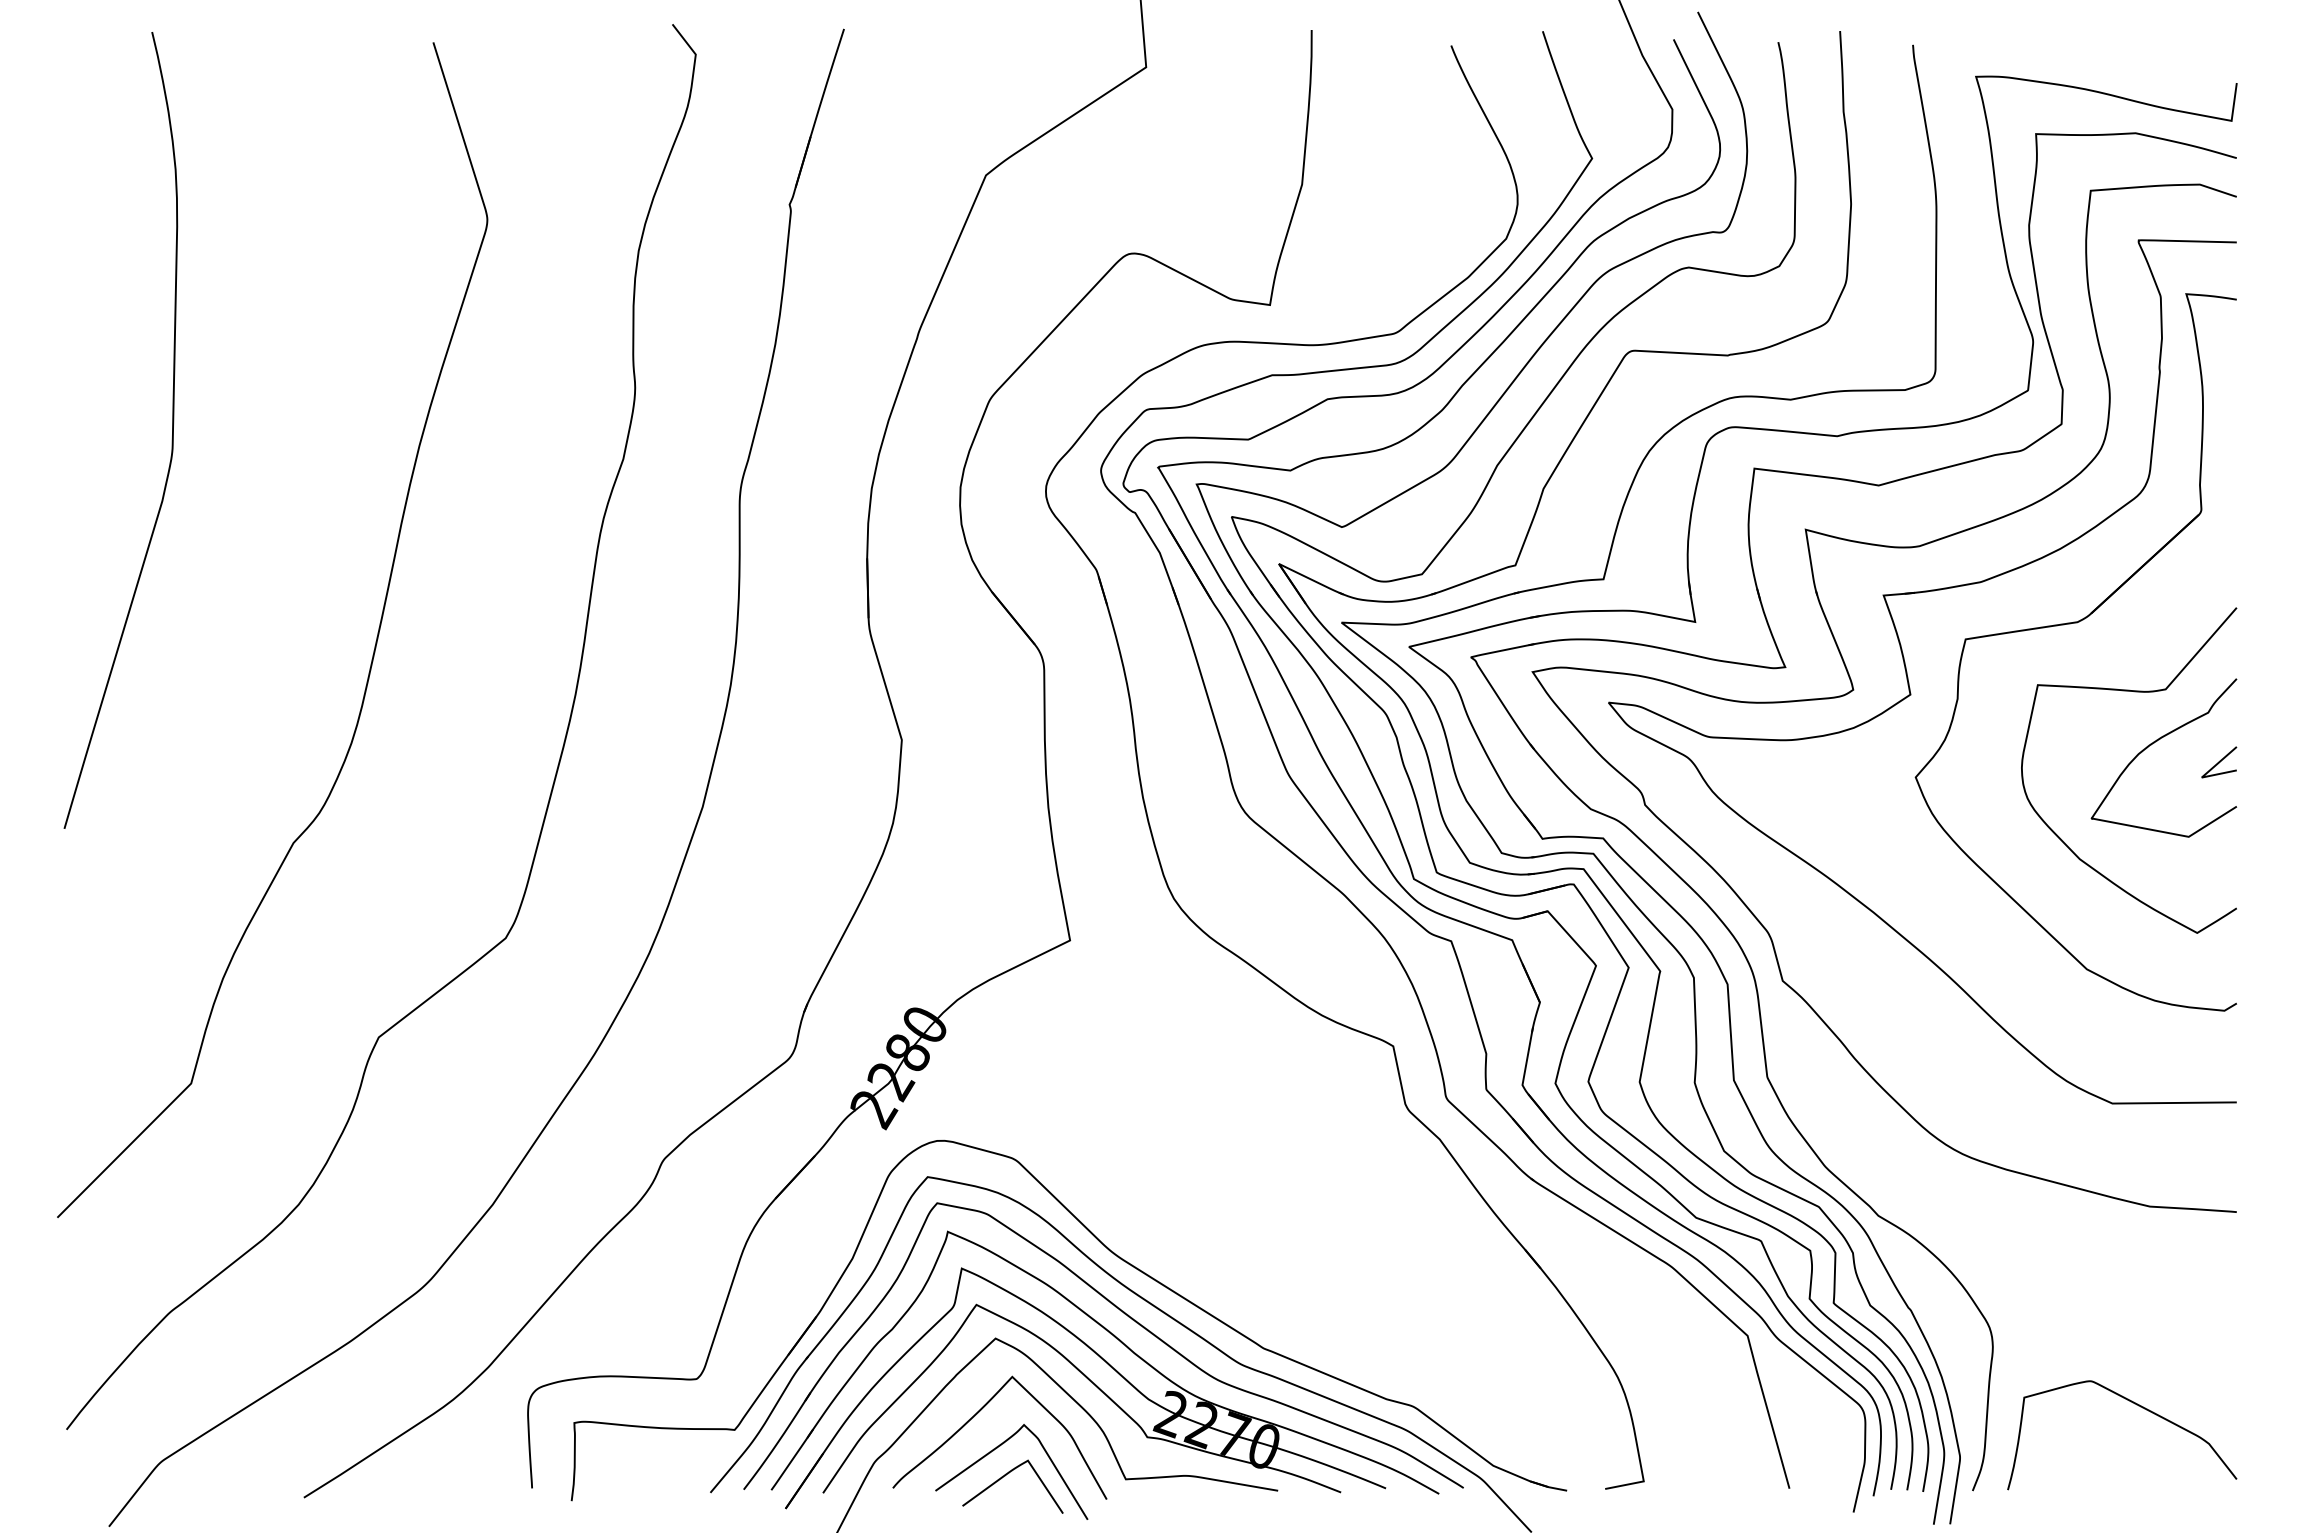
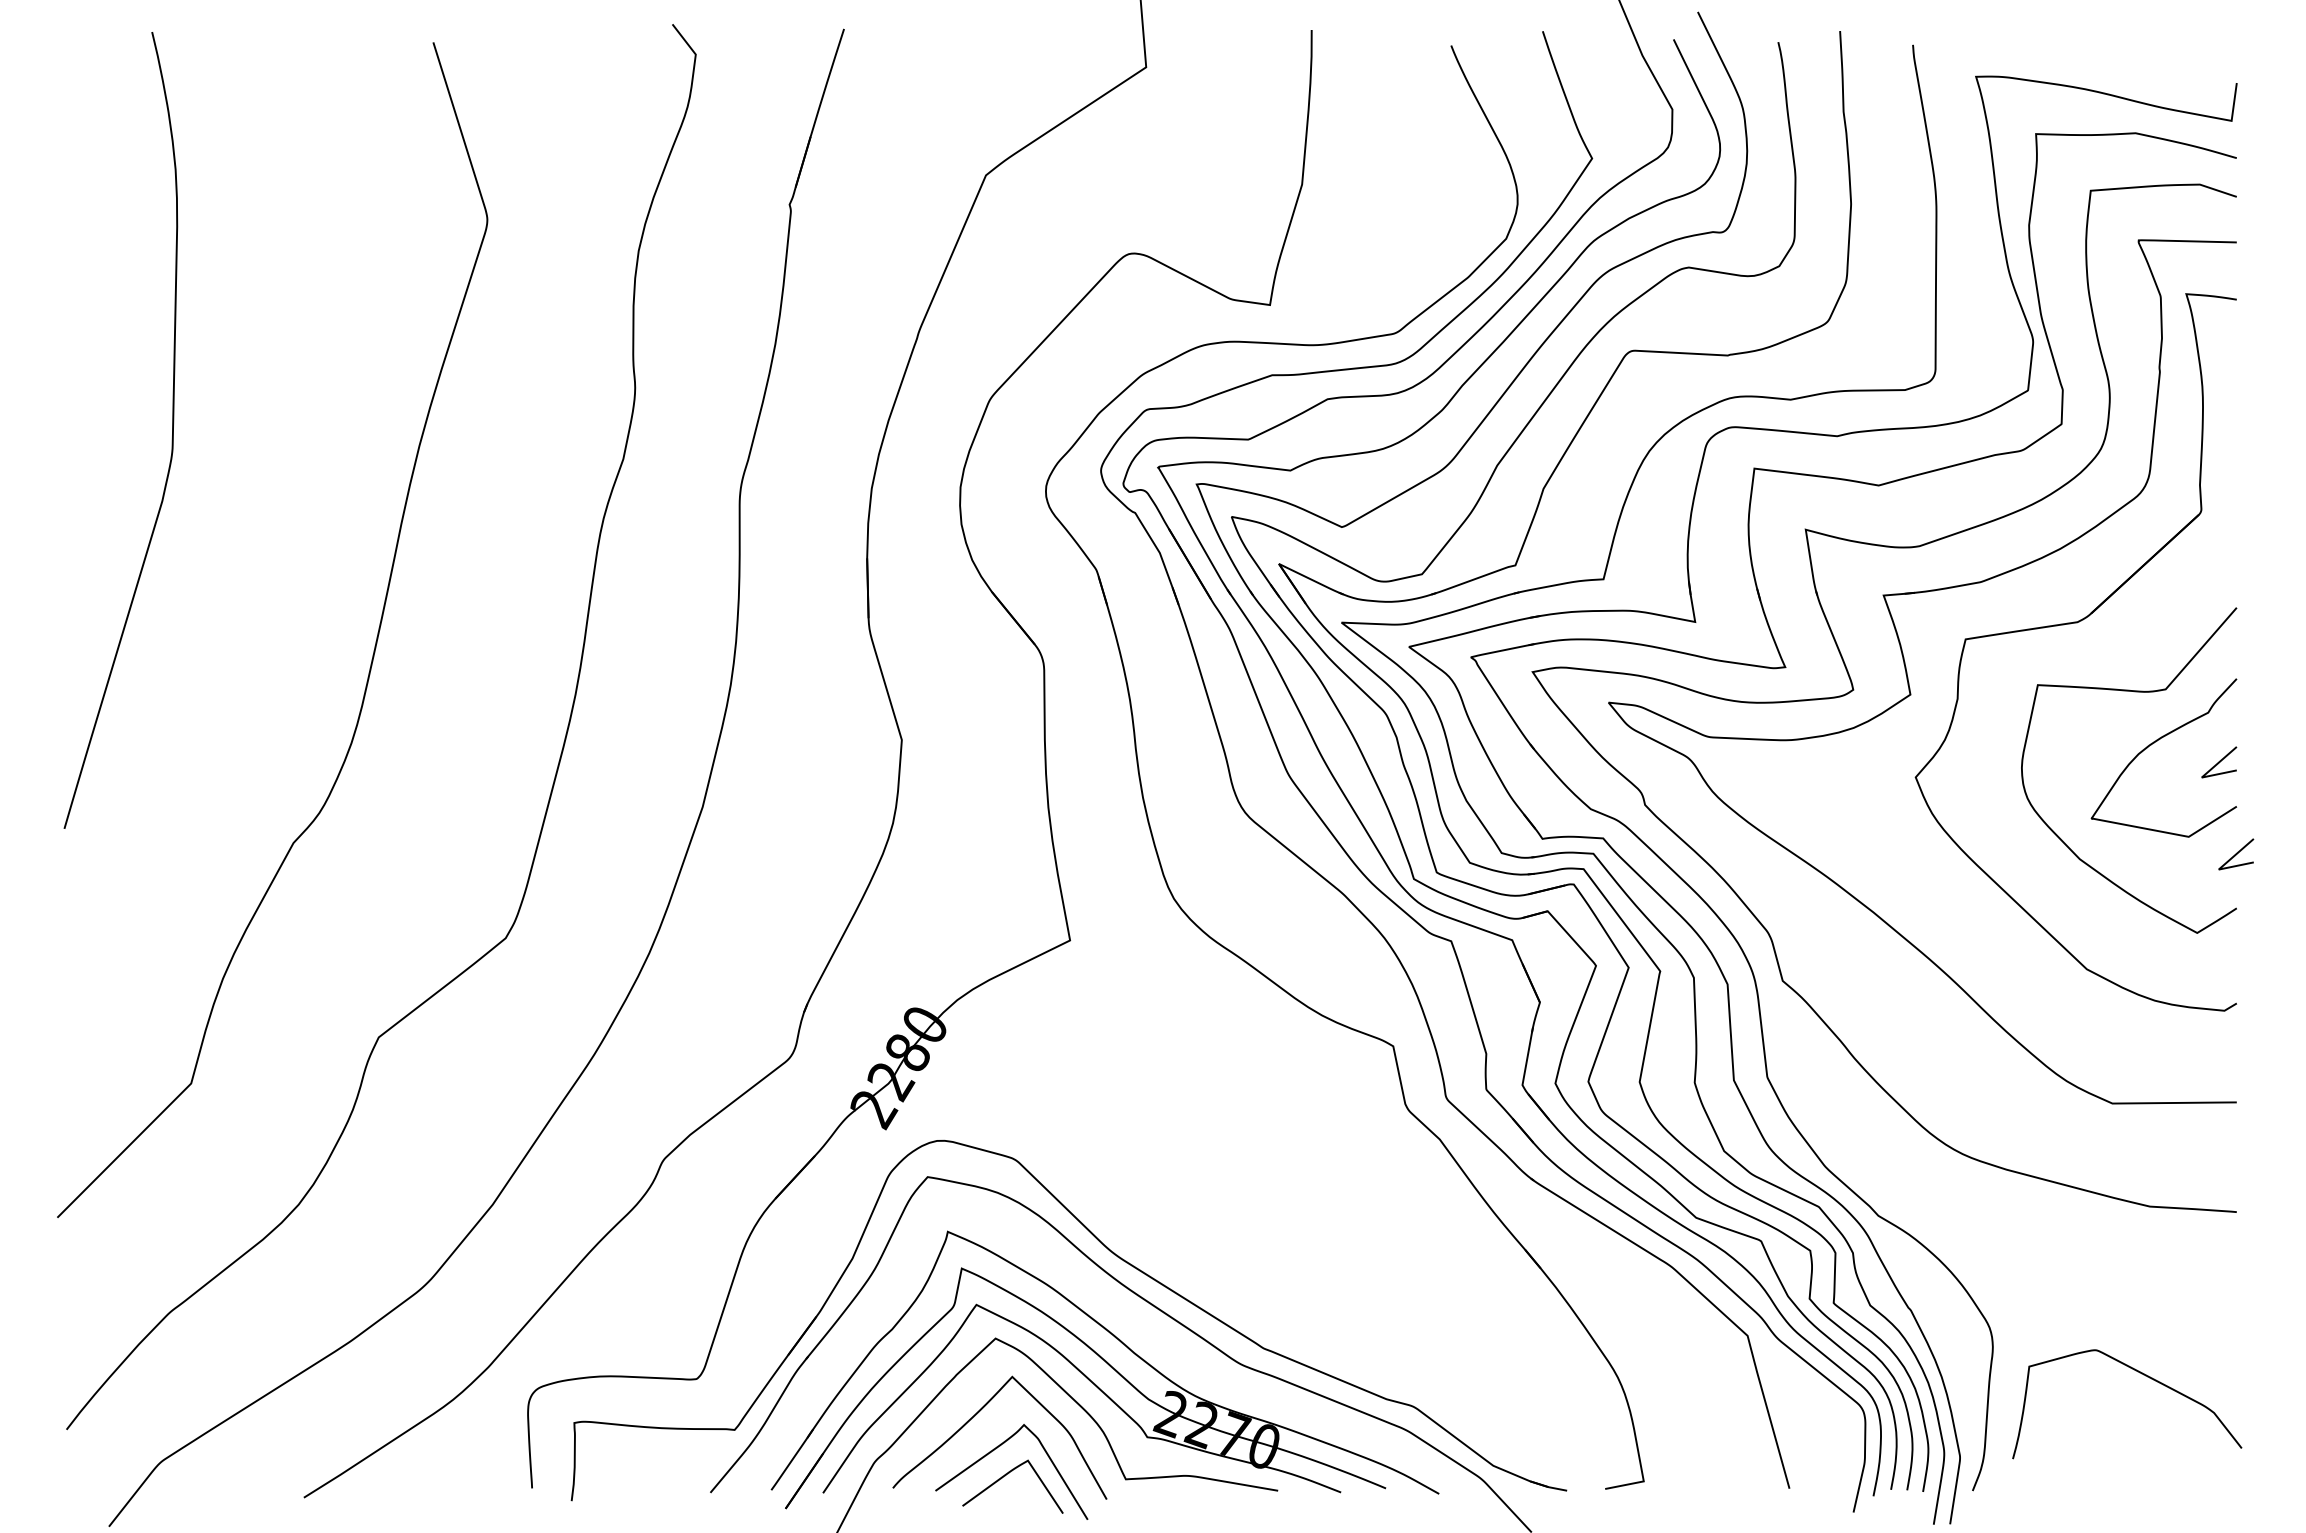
line at (2236, 854): none -> present
part at (1124, 1314): present -> none
curve at (2136, 1405) position: (2136, 1405) -> (2141, 1374)
